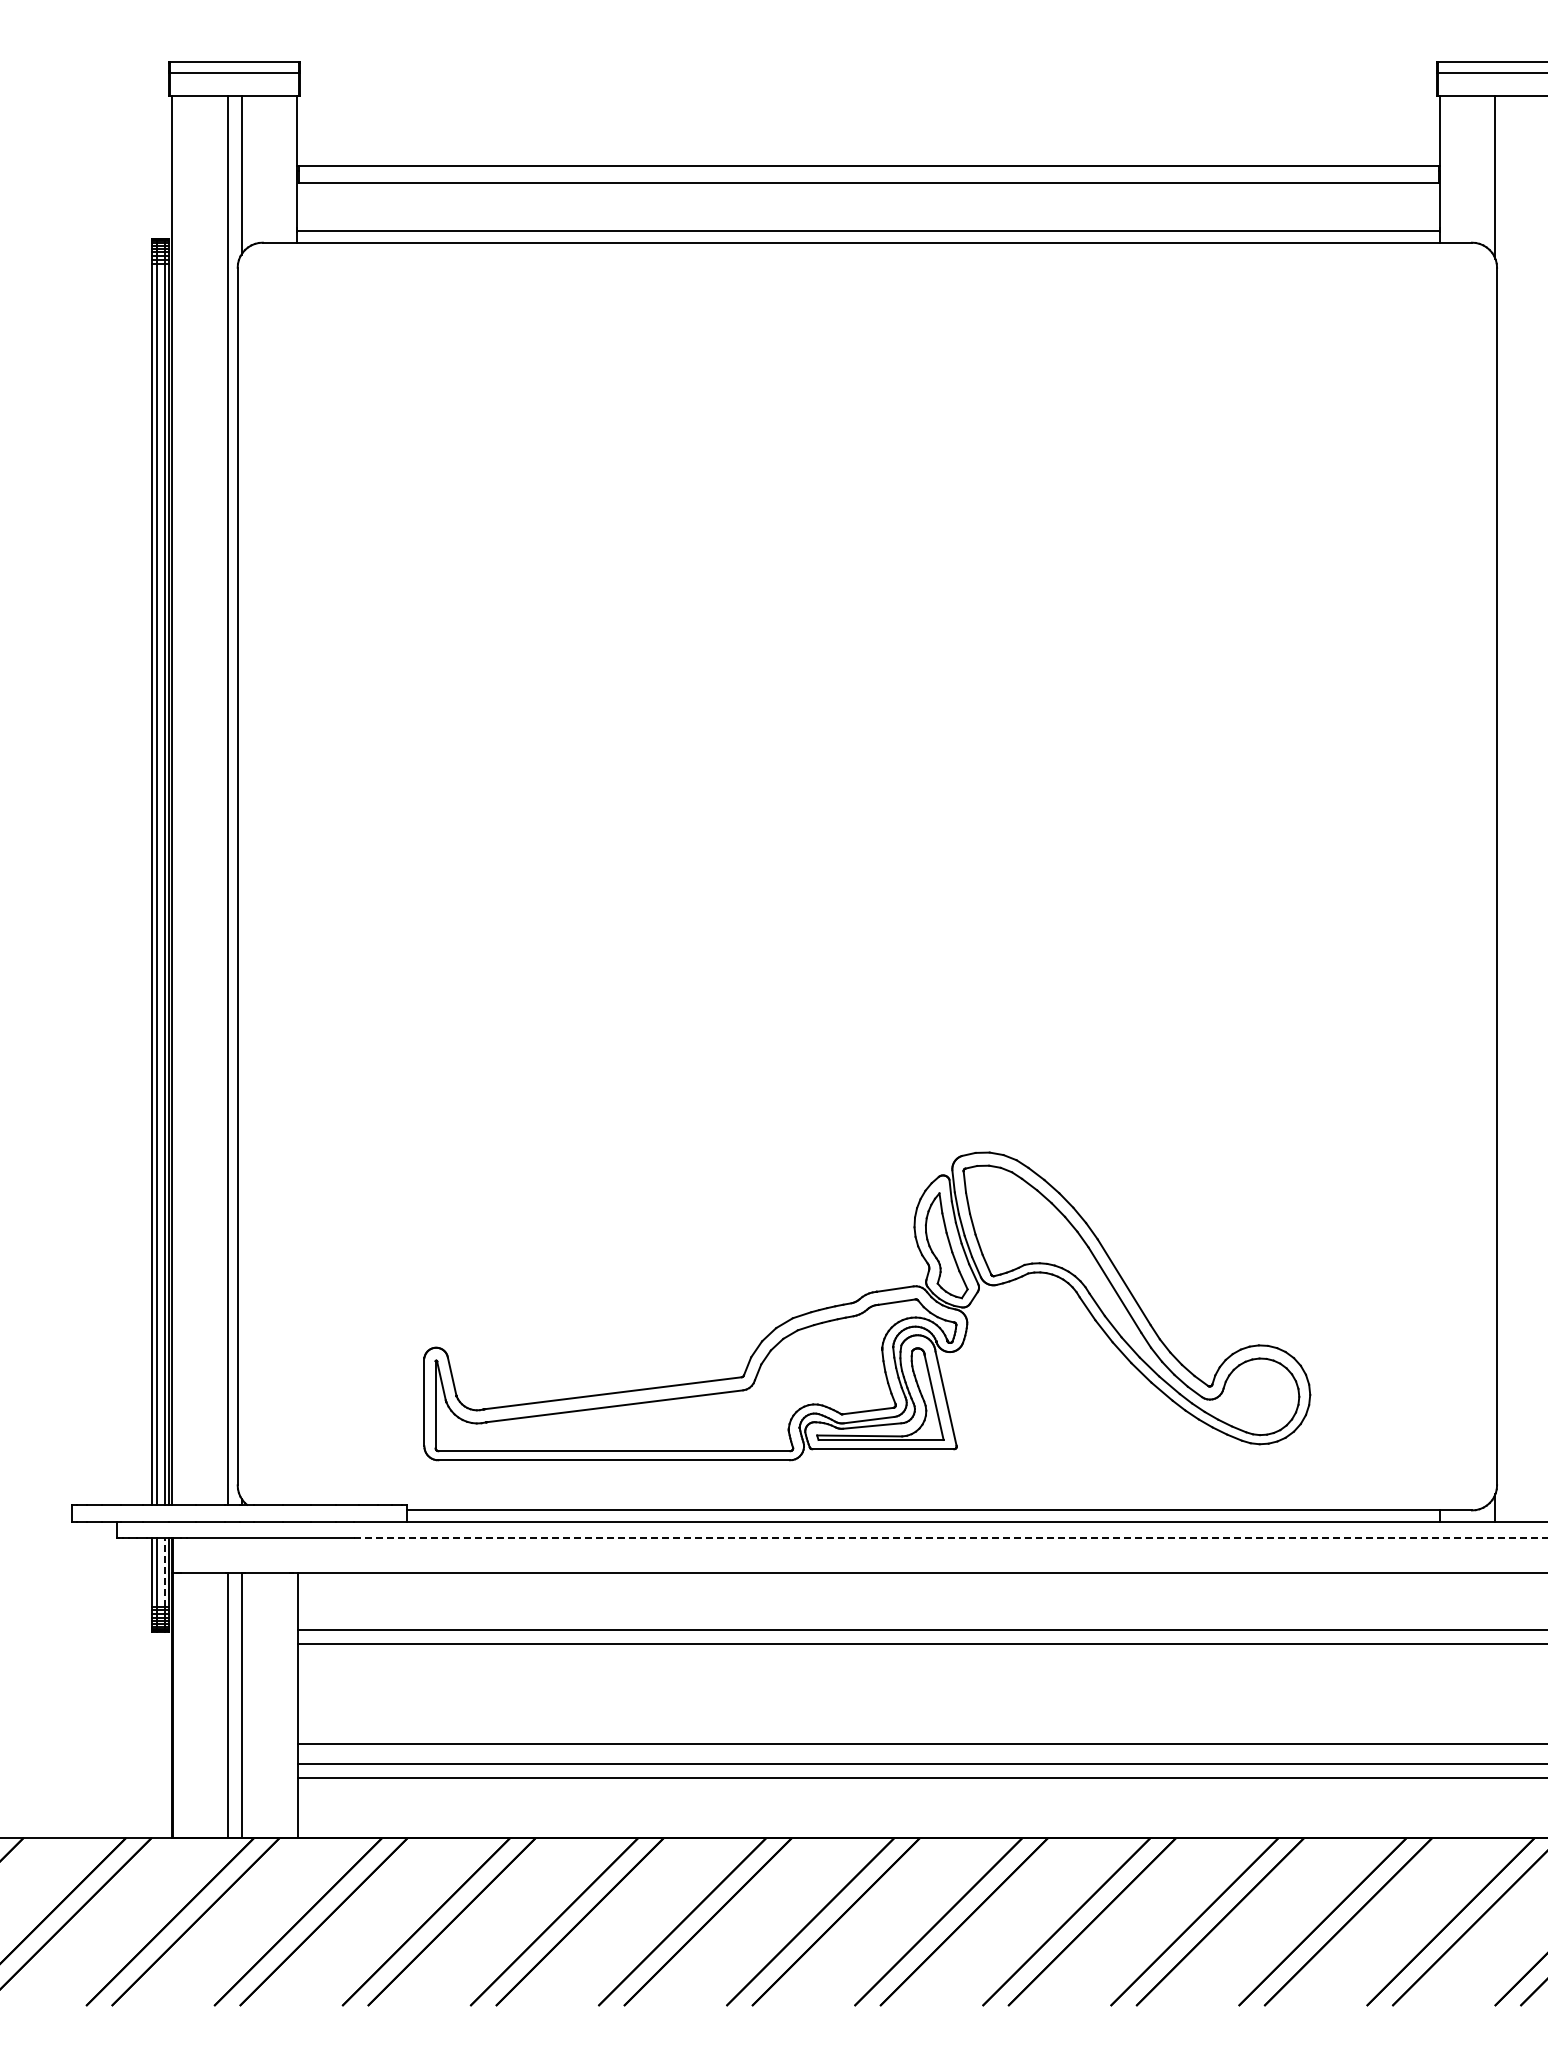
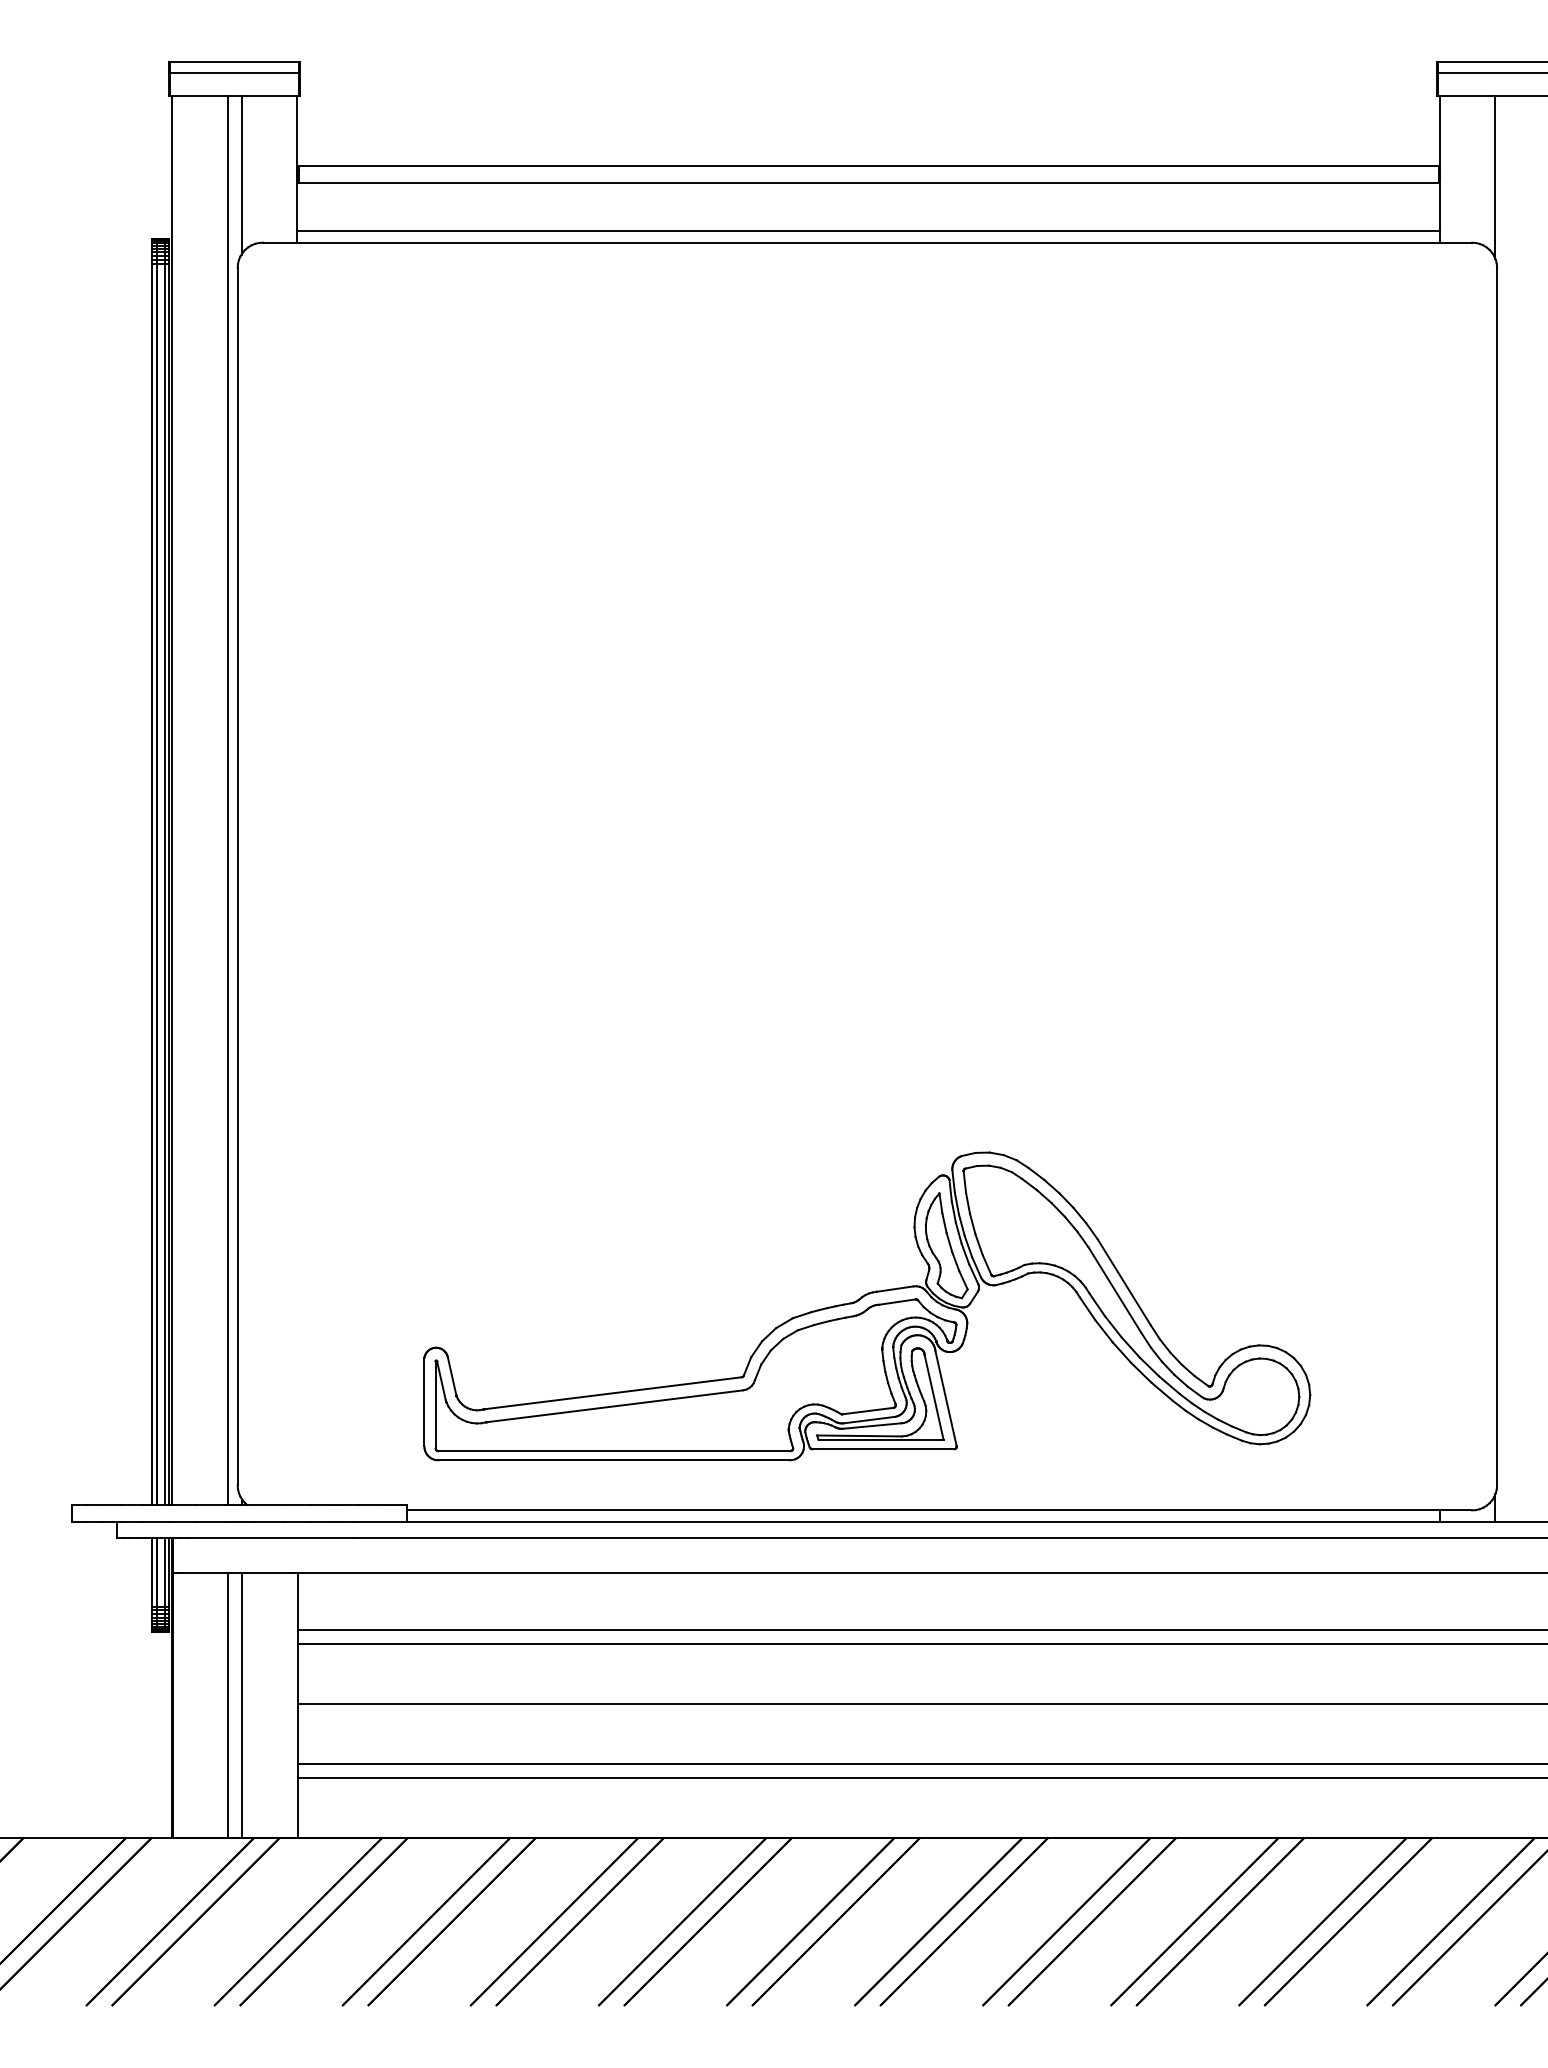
line at (950, 1538): dashed -> solid
line at (164, 1571): dashed -> solid
line at (921, 1744) position: (921, 1744) -> (921, 1704)
